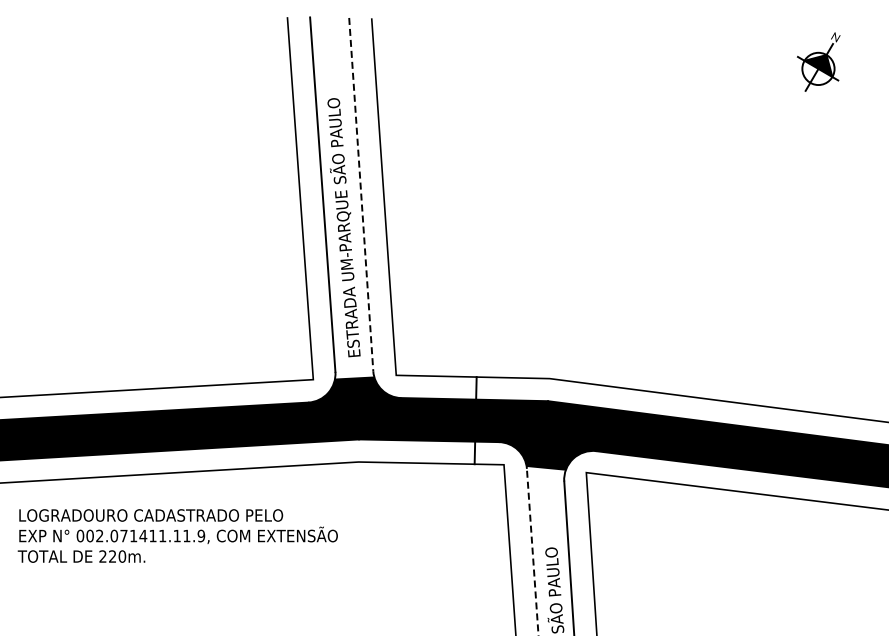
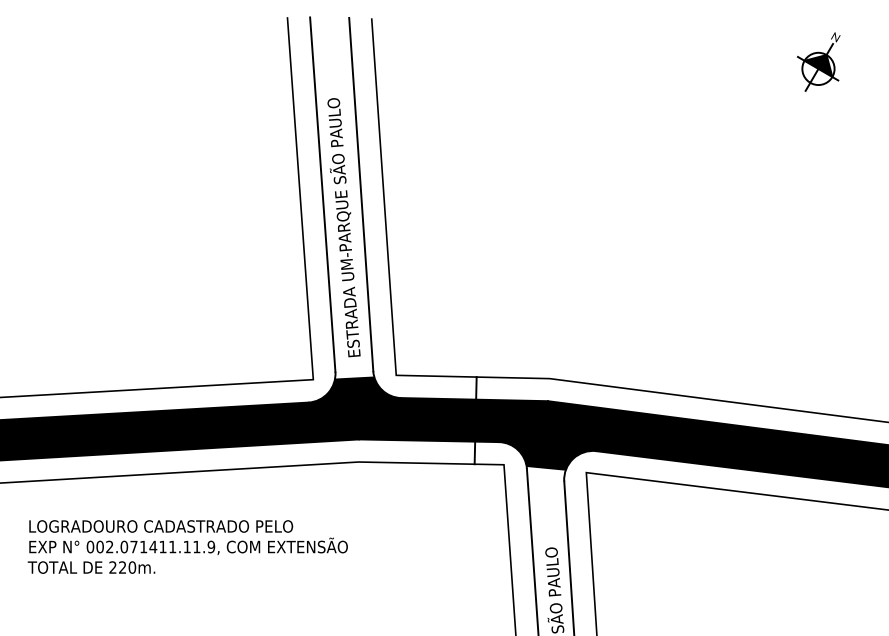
line at (361, 195): dashed -> solid
text at (177, 535) position: (177, 535) -> (187, 546)
line at (532, 551): dashed -> solid
